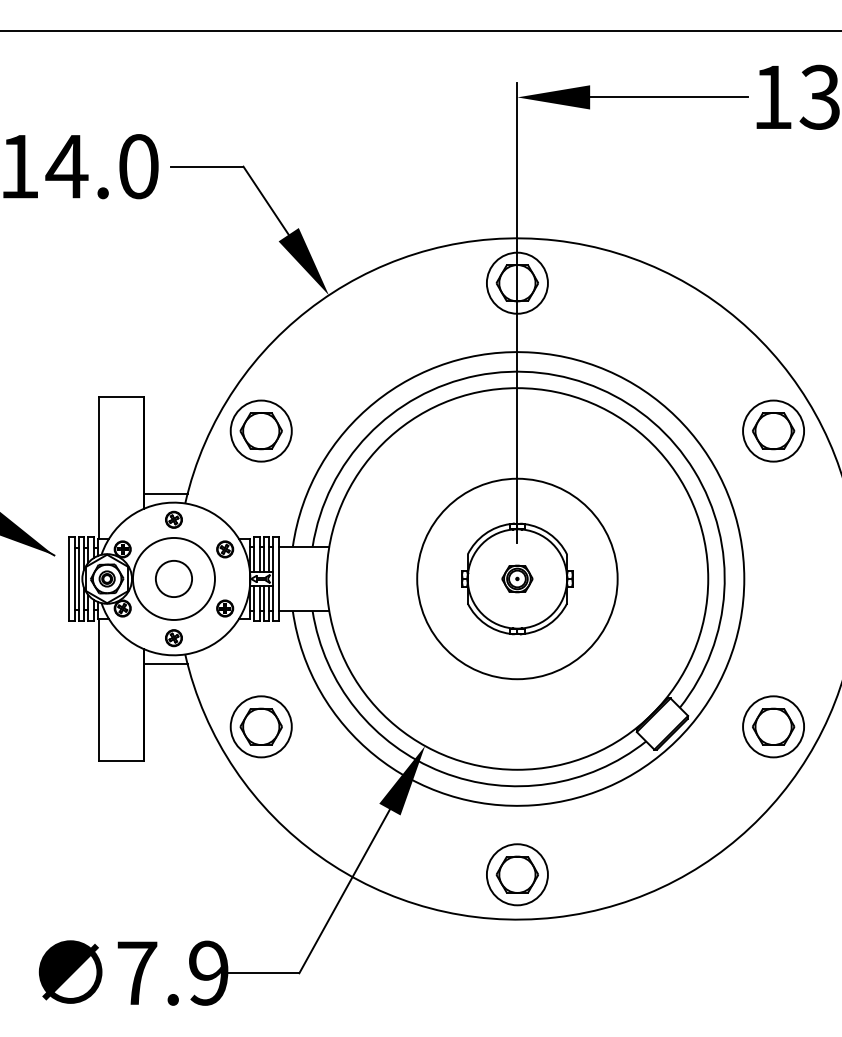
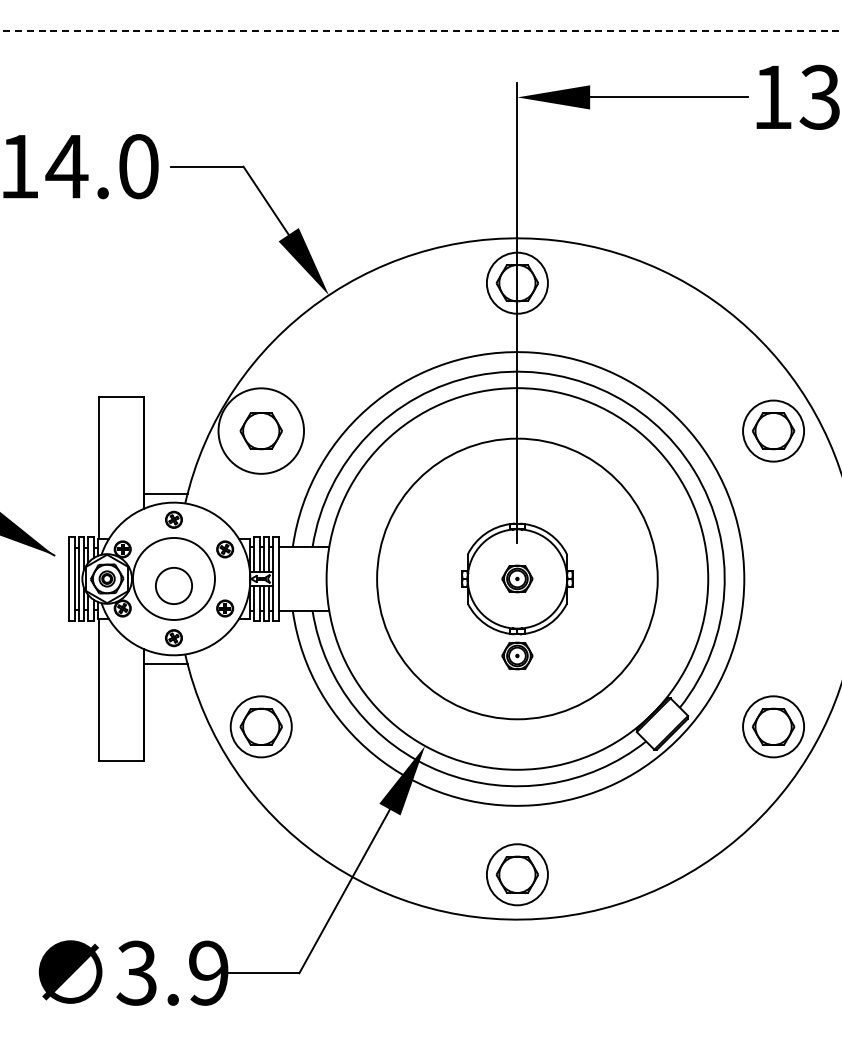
line at (421, 31): solid -> dashed
circle at (260, 430) diameter: 61 px -> 85 px
circle at (173, 578) position: (173, 578) -> (173, 585)
circle at (517, 578) diameter: 200 px -> 281 px
part at (517, 655): none -> present
text at (136, 972): 7.9 -> 3.9
